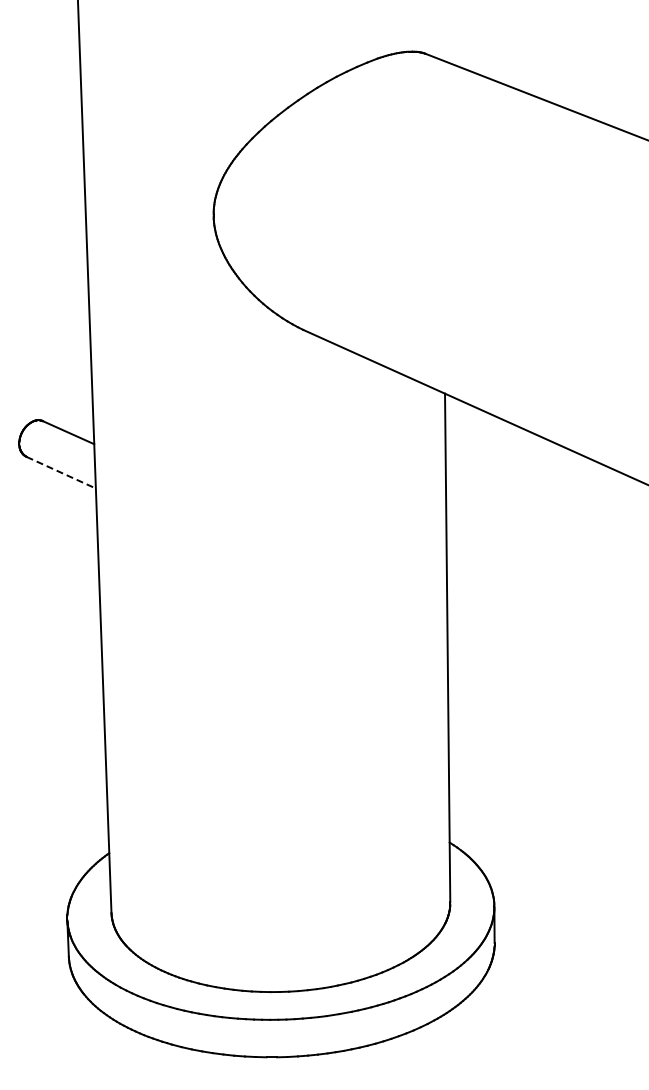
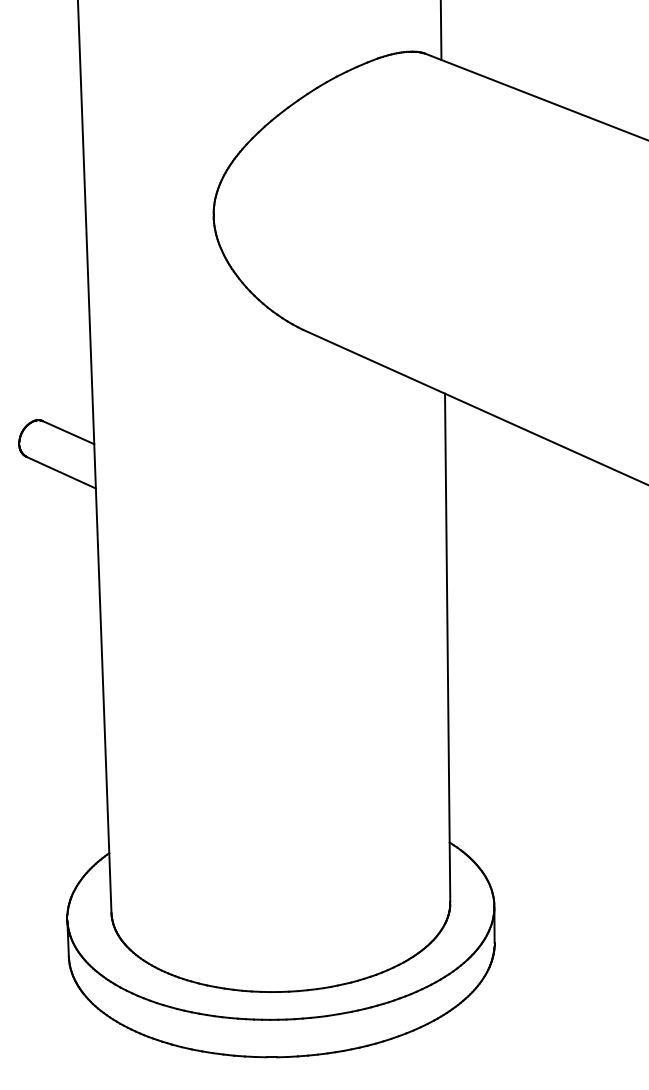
line at (440, 30): none -> present
line at (61, 472): dashed -> solid
